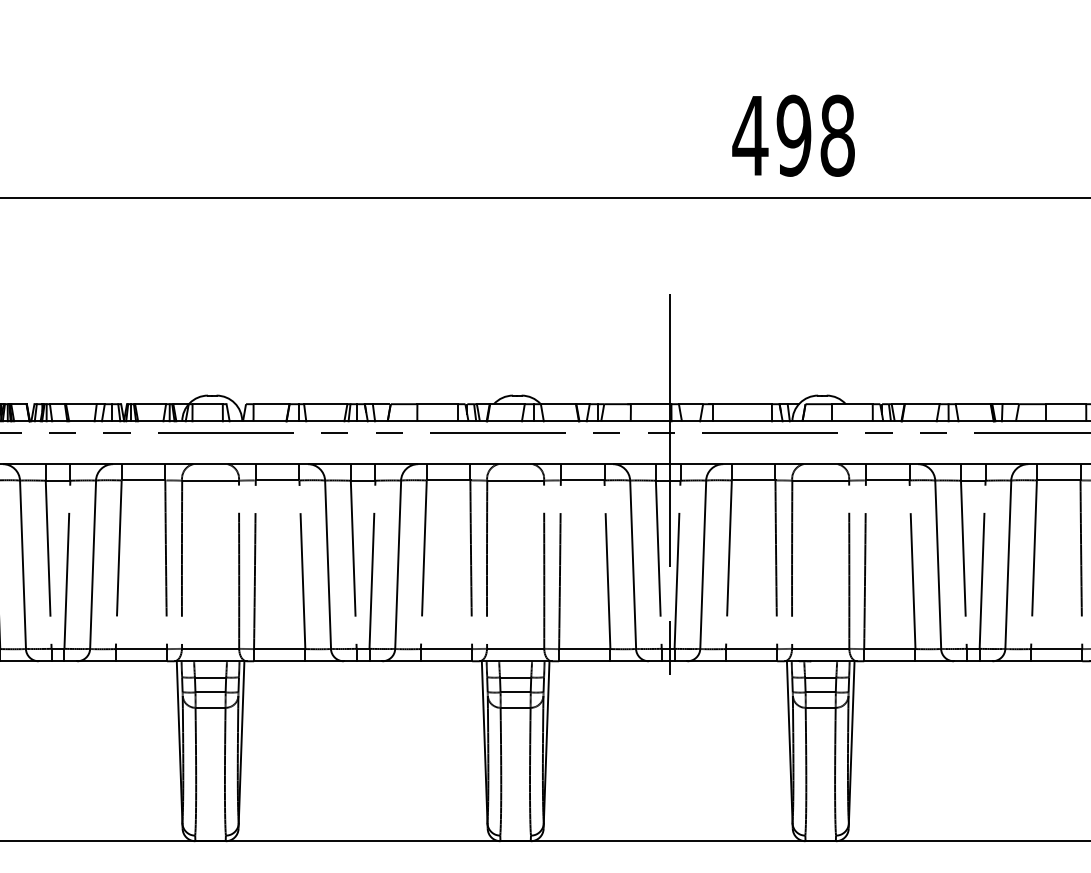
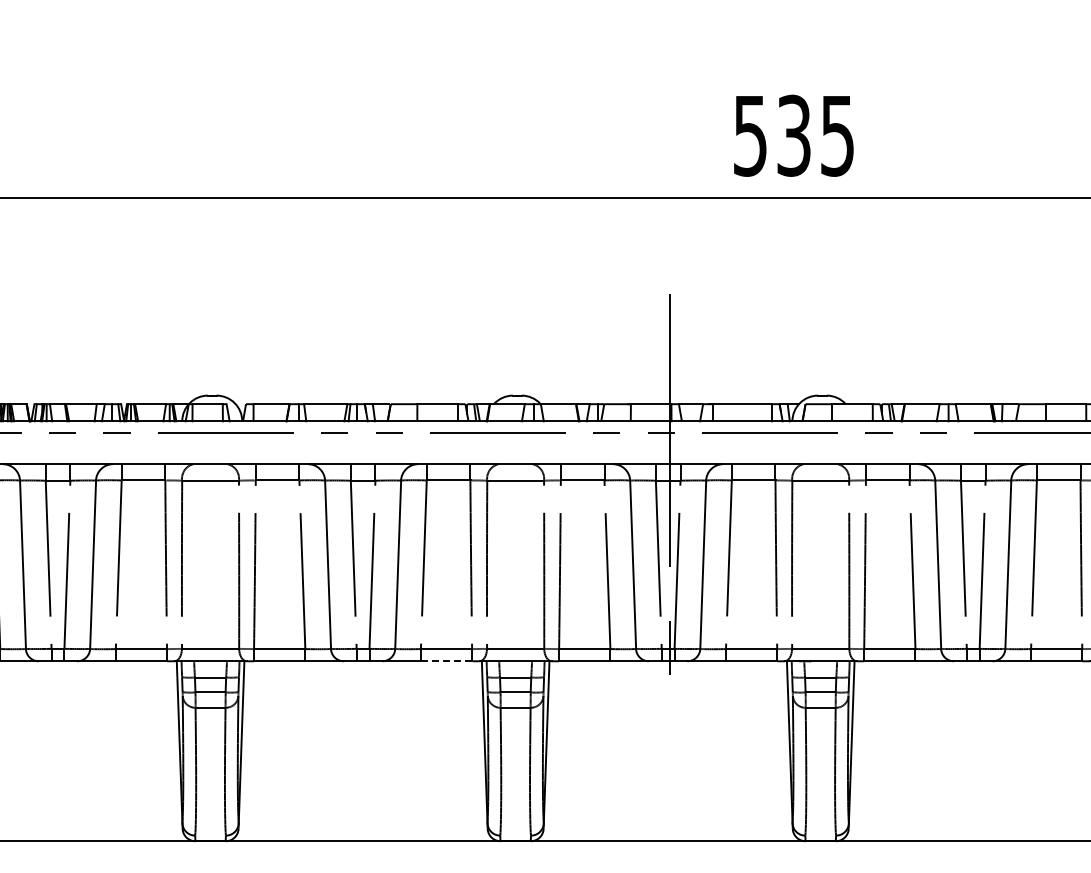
text at (793, 135): 498 -> 535
line at (446, 661): solid -> dashed
